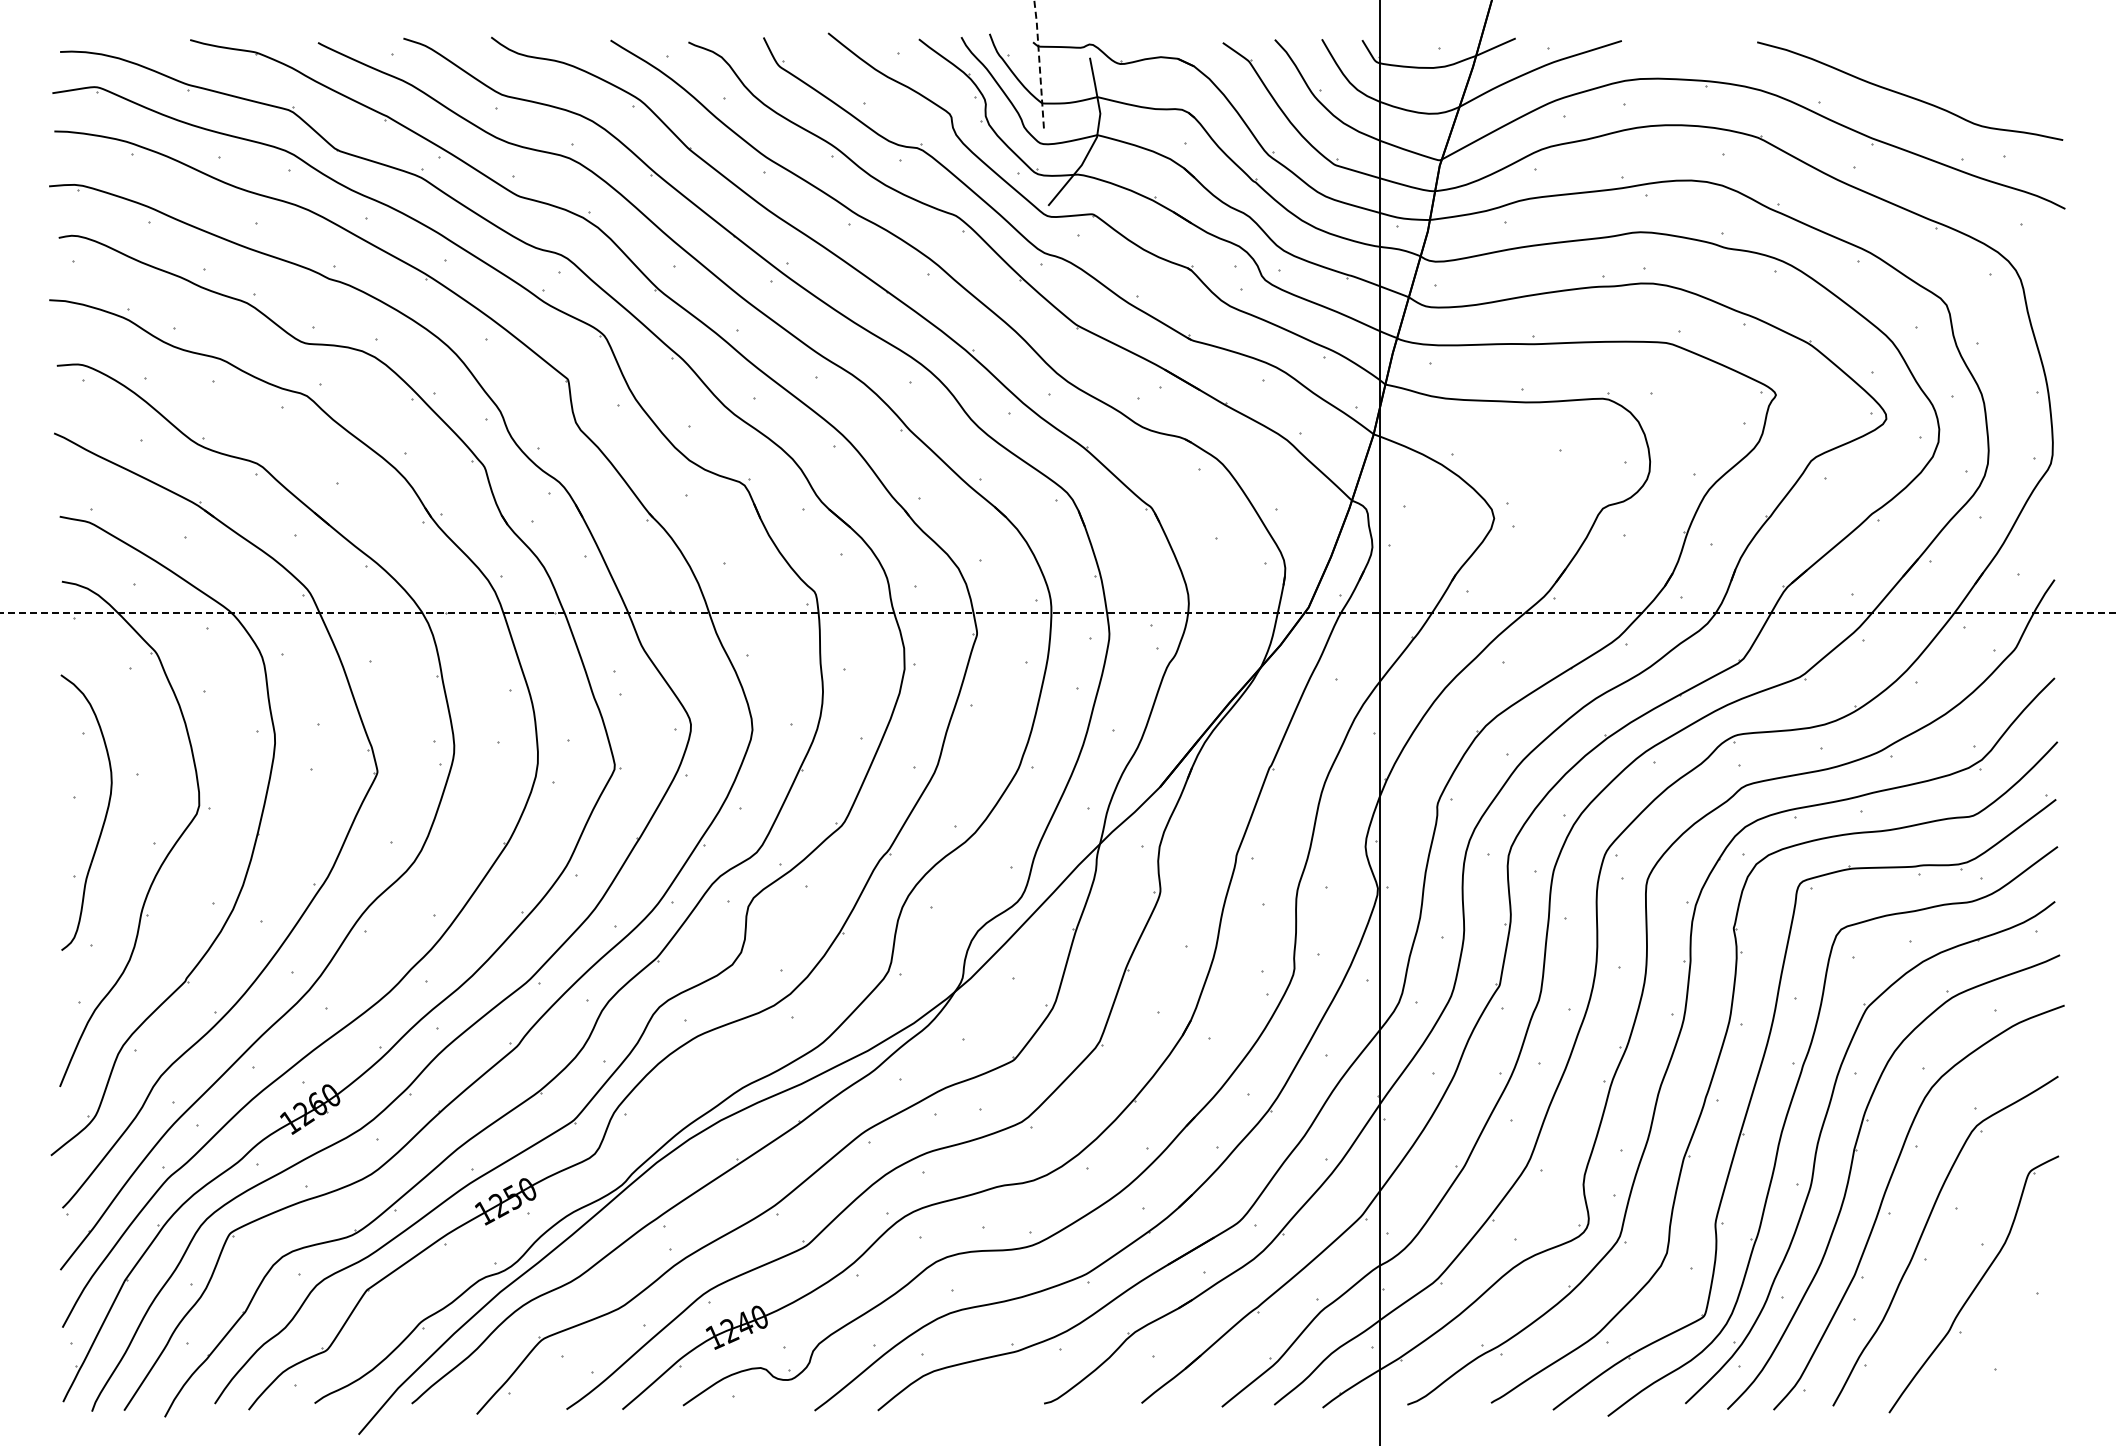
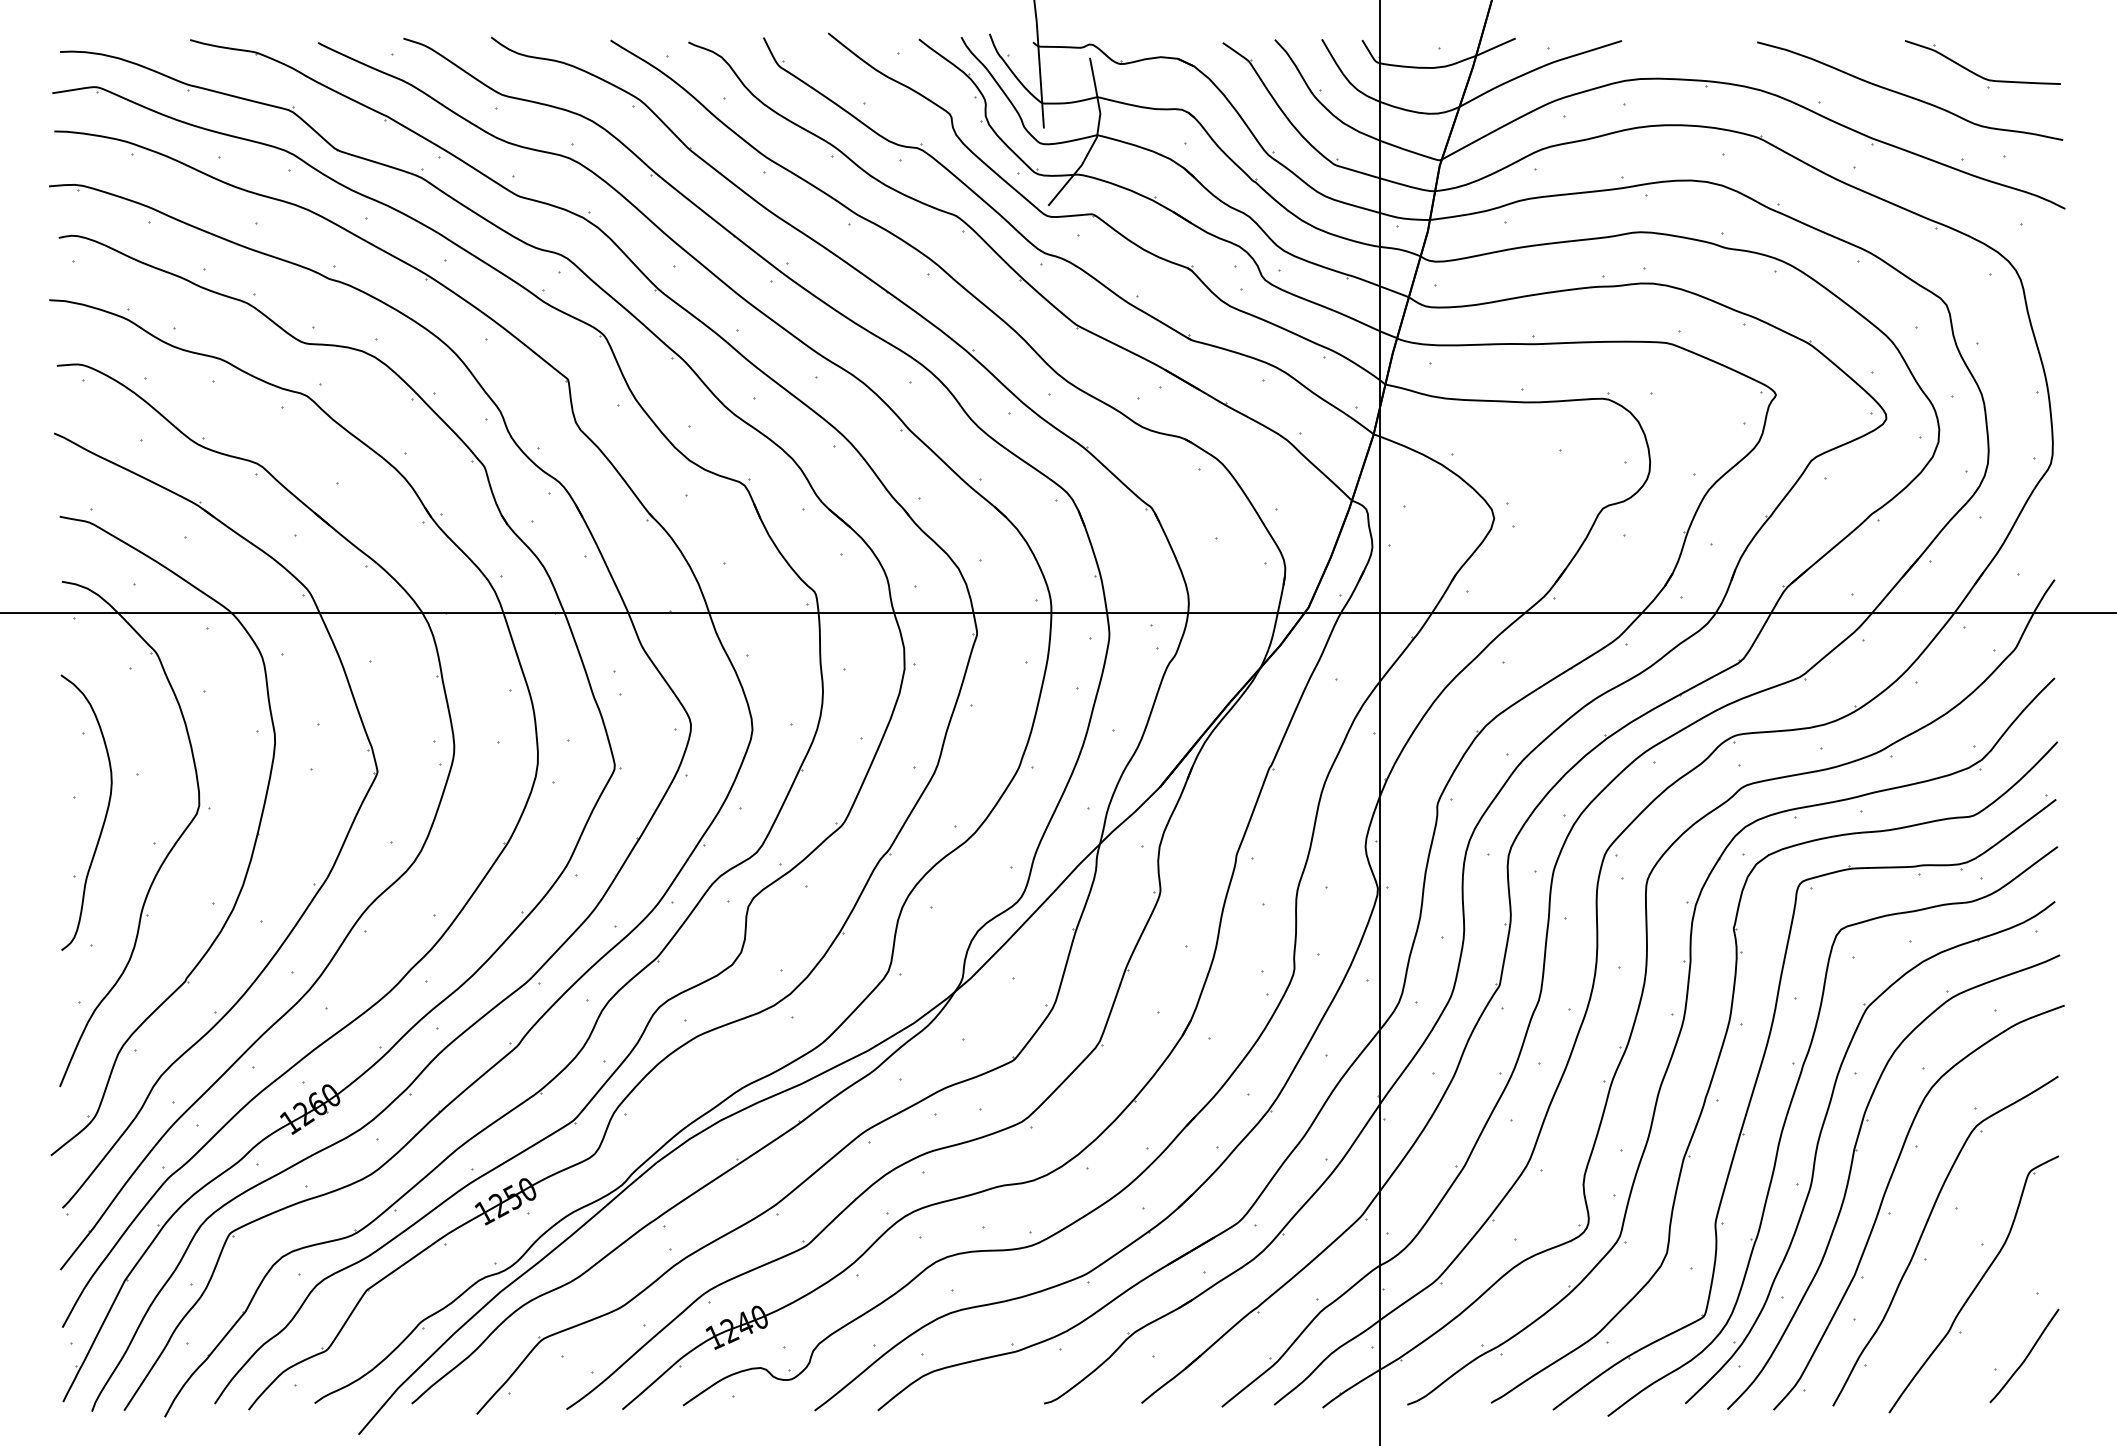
line at (1039, 63): dashed -> solid
part at (1978, 74): none -> present
line at (1059, 613): dashed -> solid
curve at (2026, 1355): none -> present
